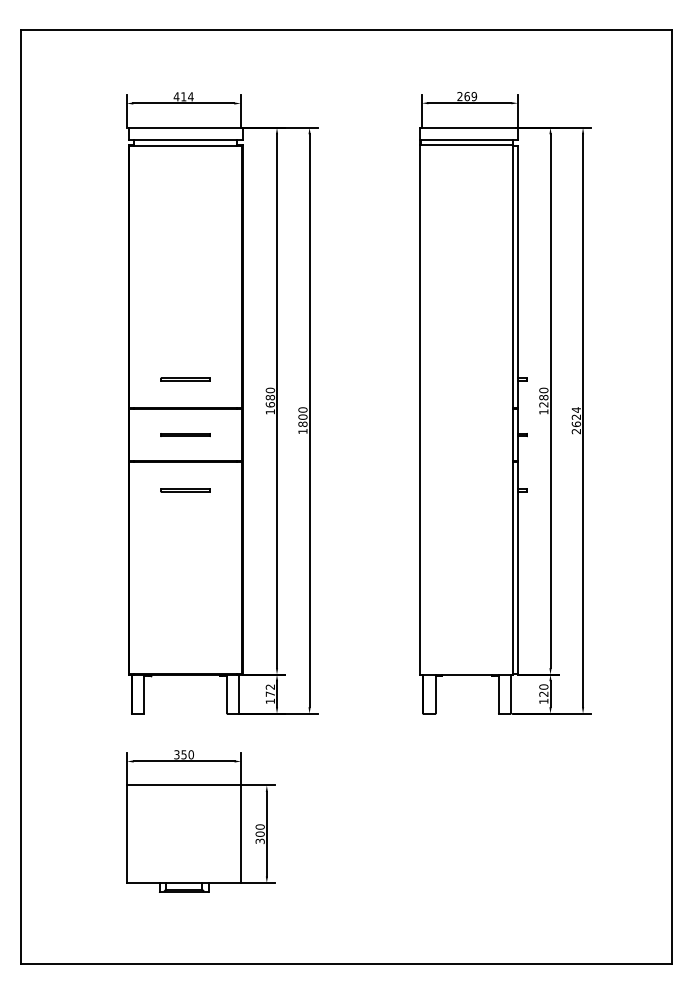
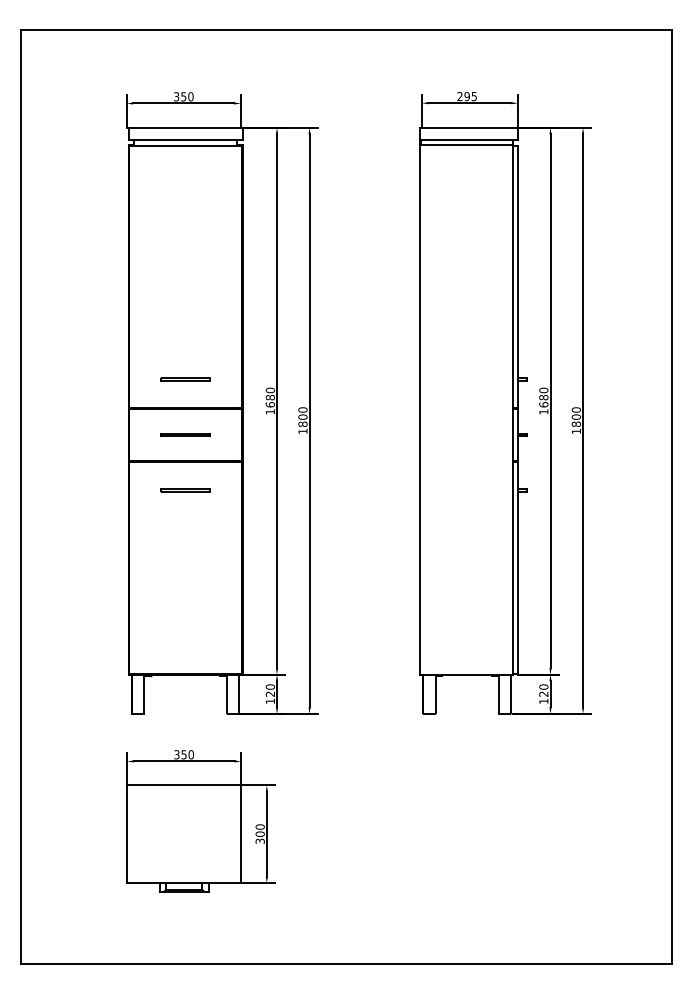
text at (183, 96): 414 -> 350
text at (470, 96): 269 -> 295
text at (543, 404): 1280 -> 1680
text at (576, 420): 2624 -> 1800
text at (269, 690): 172 -> 120
